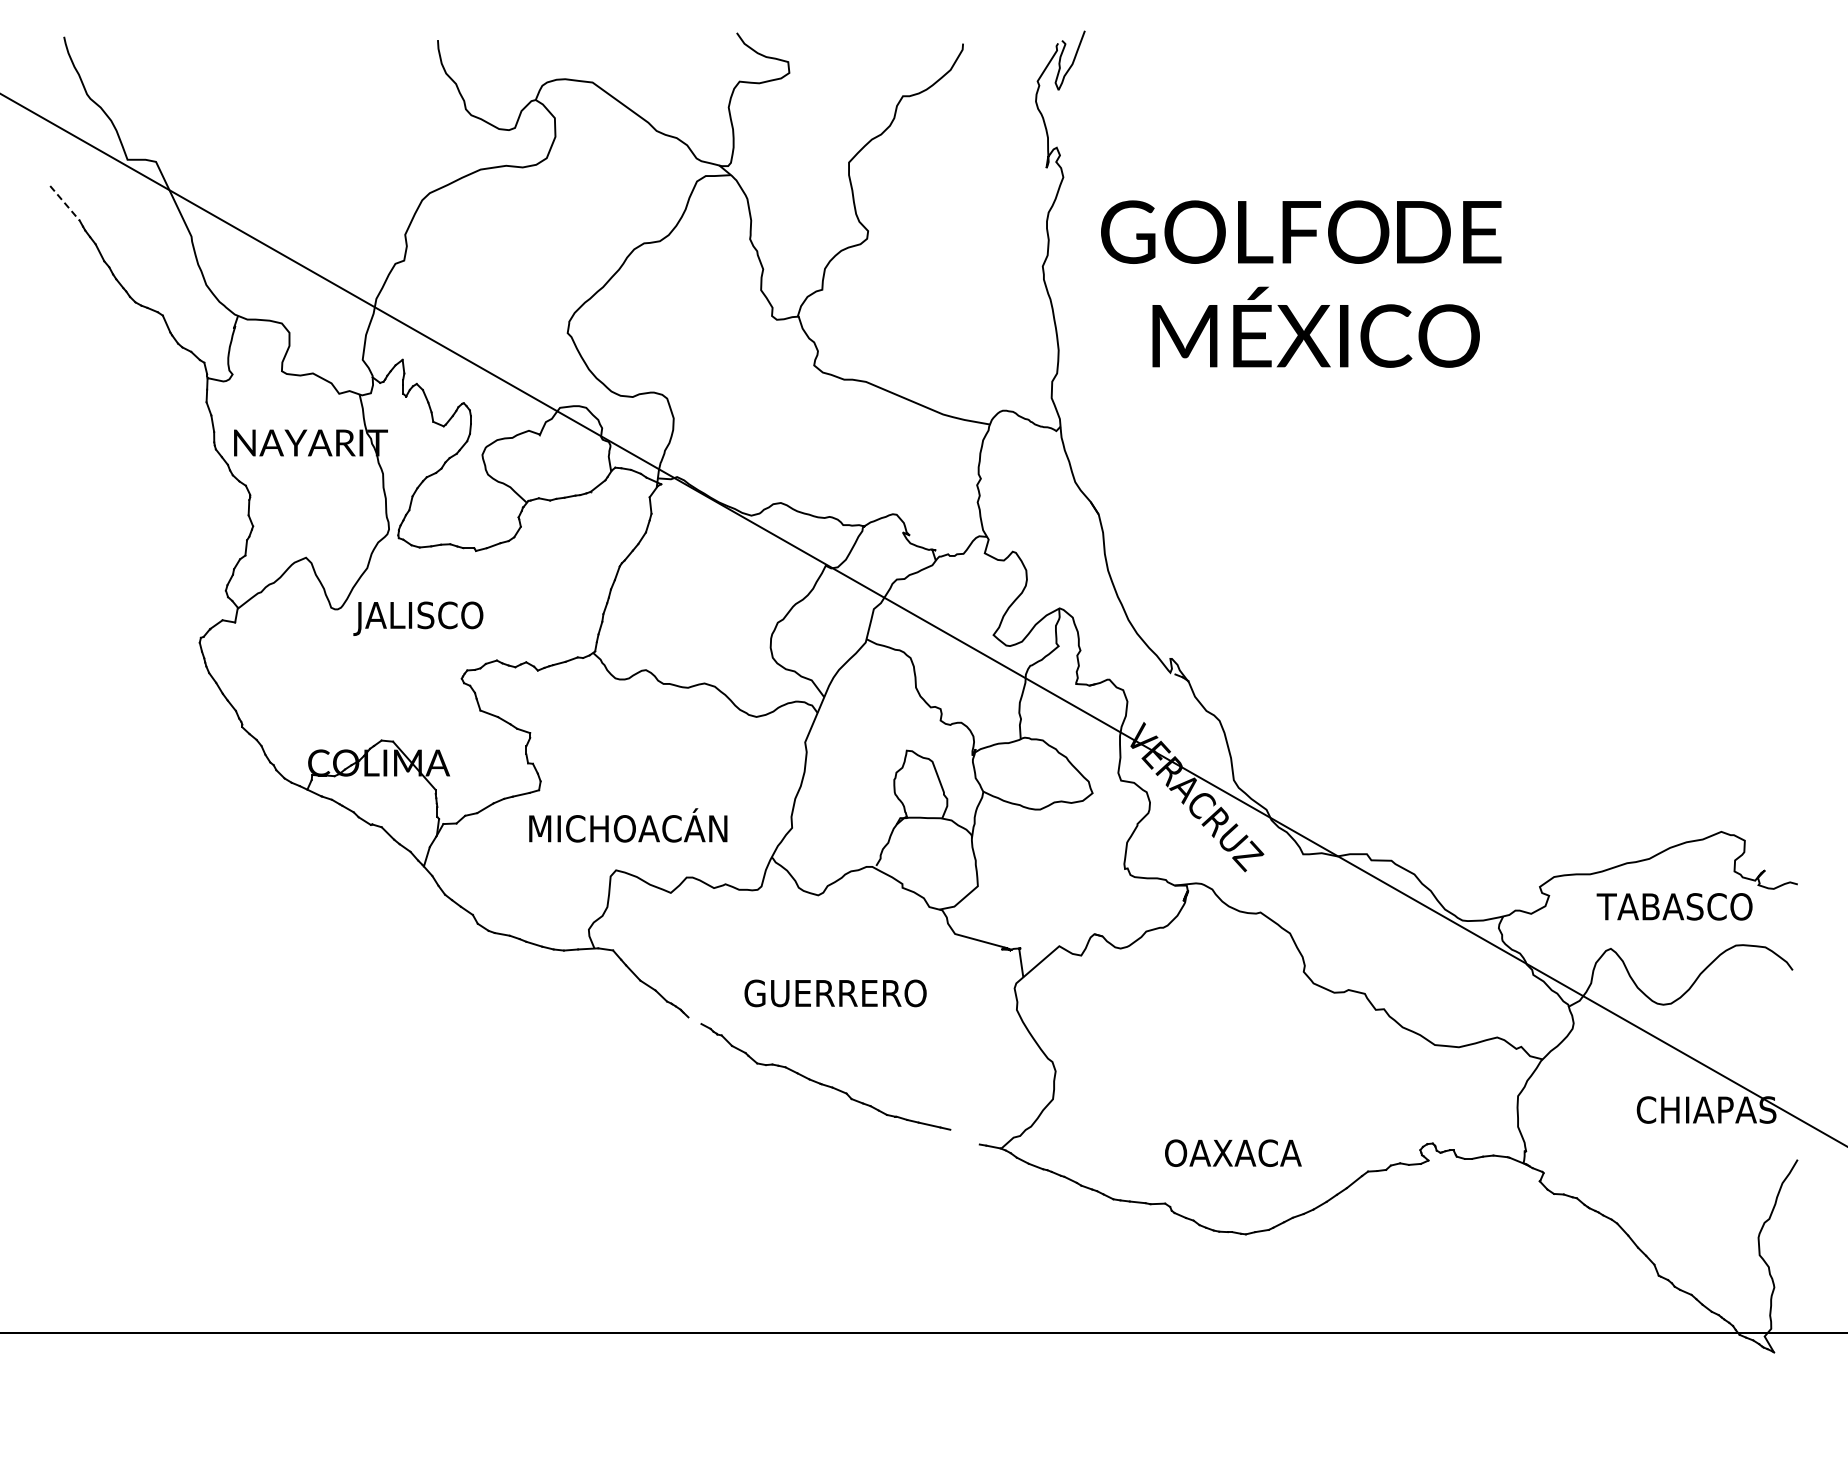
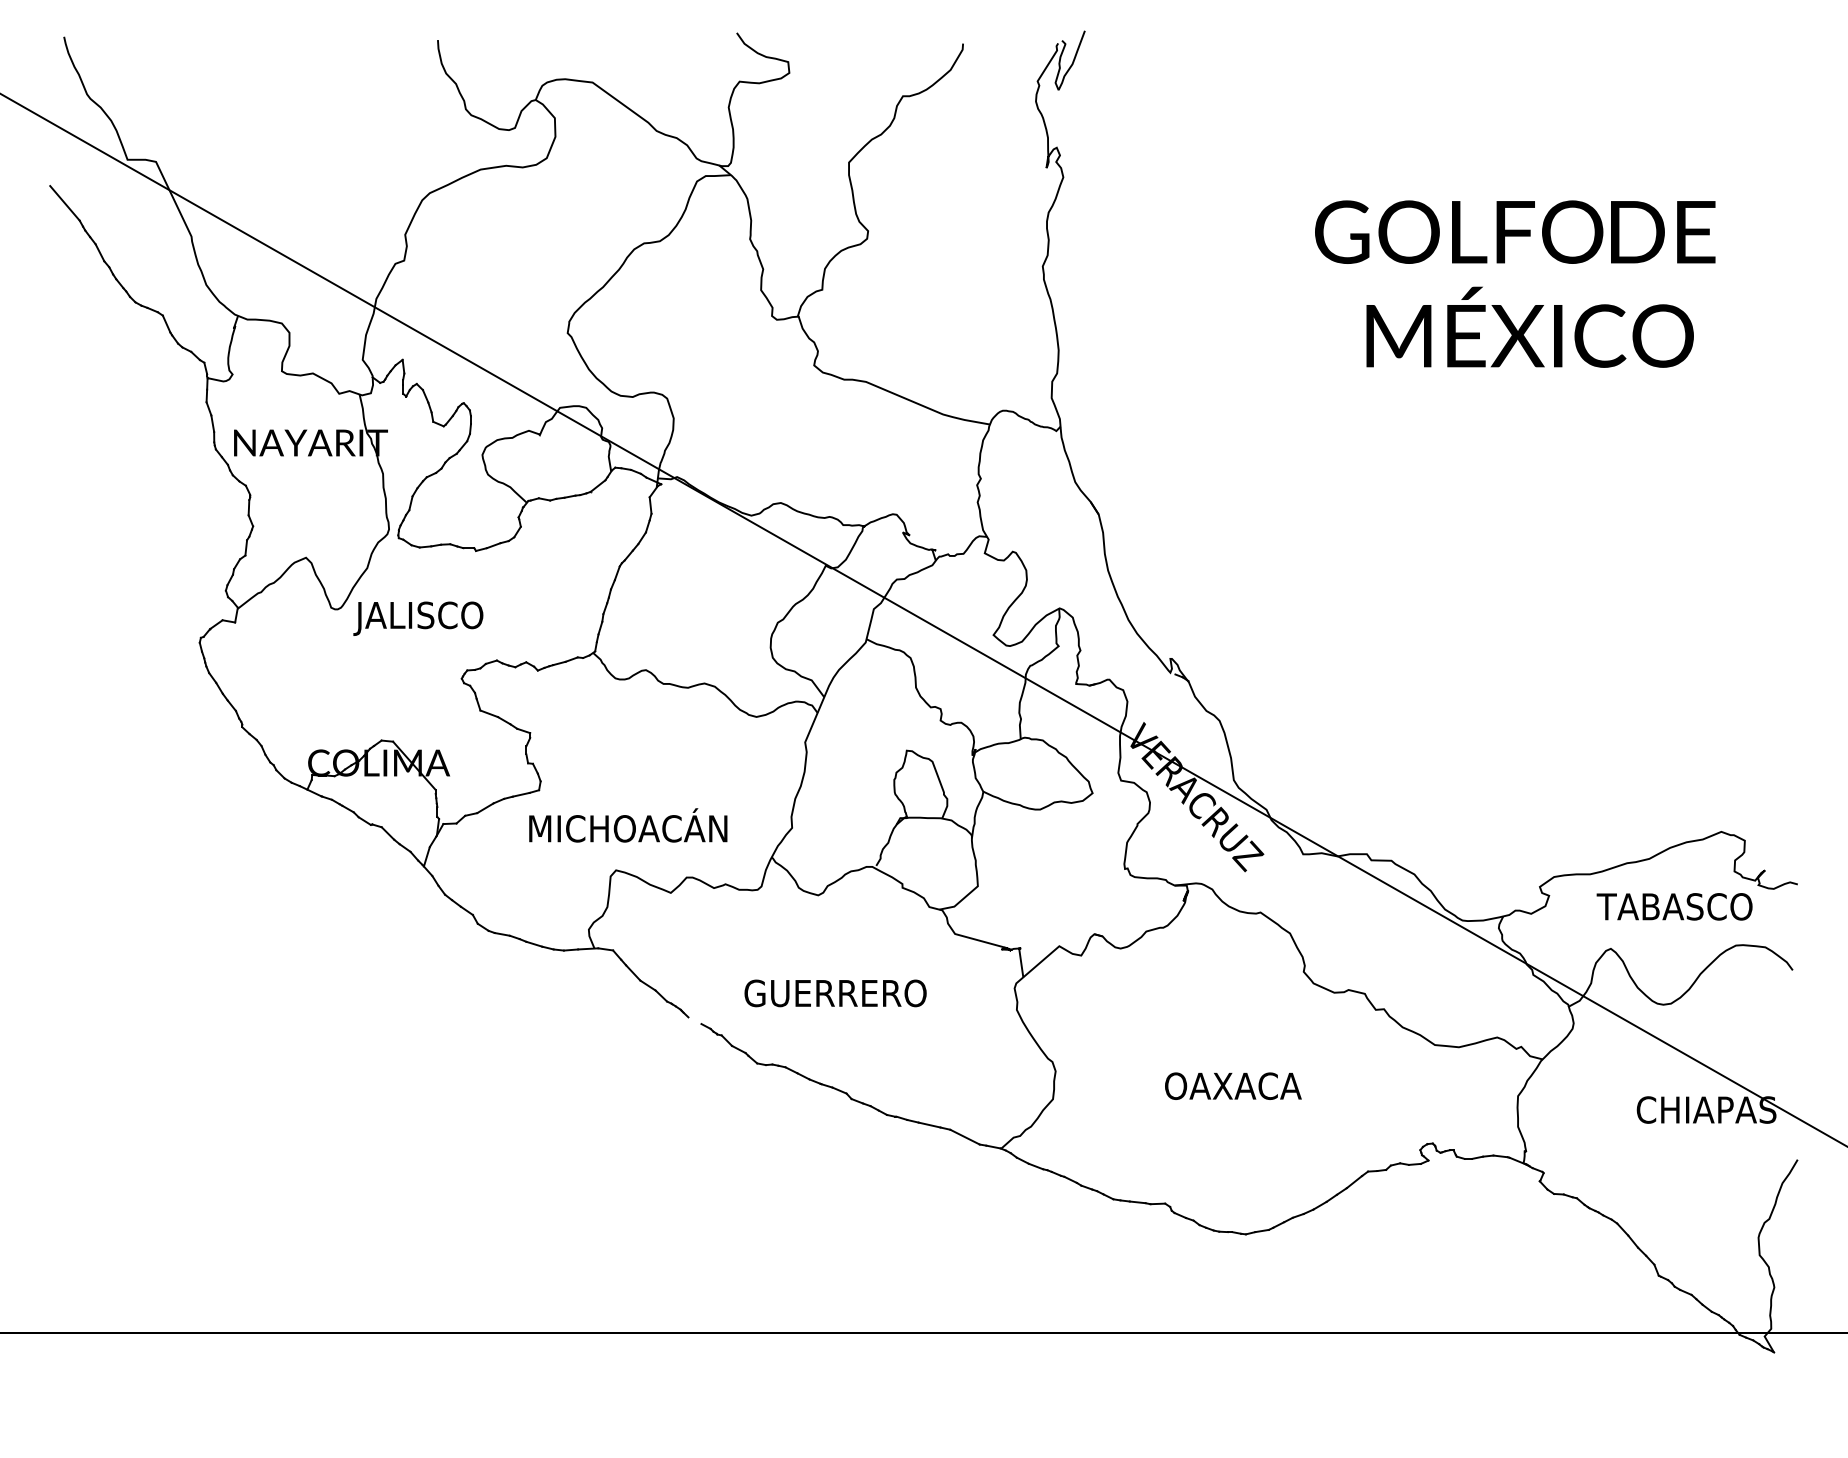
line at (64, 203): dashed -> solid
text at (1301, 283) position: (1301, 283) -> (1515, 283)
line at (964, 1136): none -> present
text at (1233, 1152) position: (1233, 1152) -> (1233, 1085)
